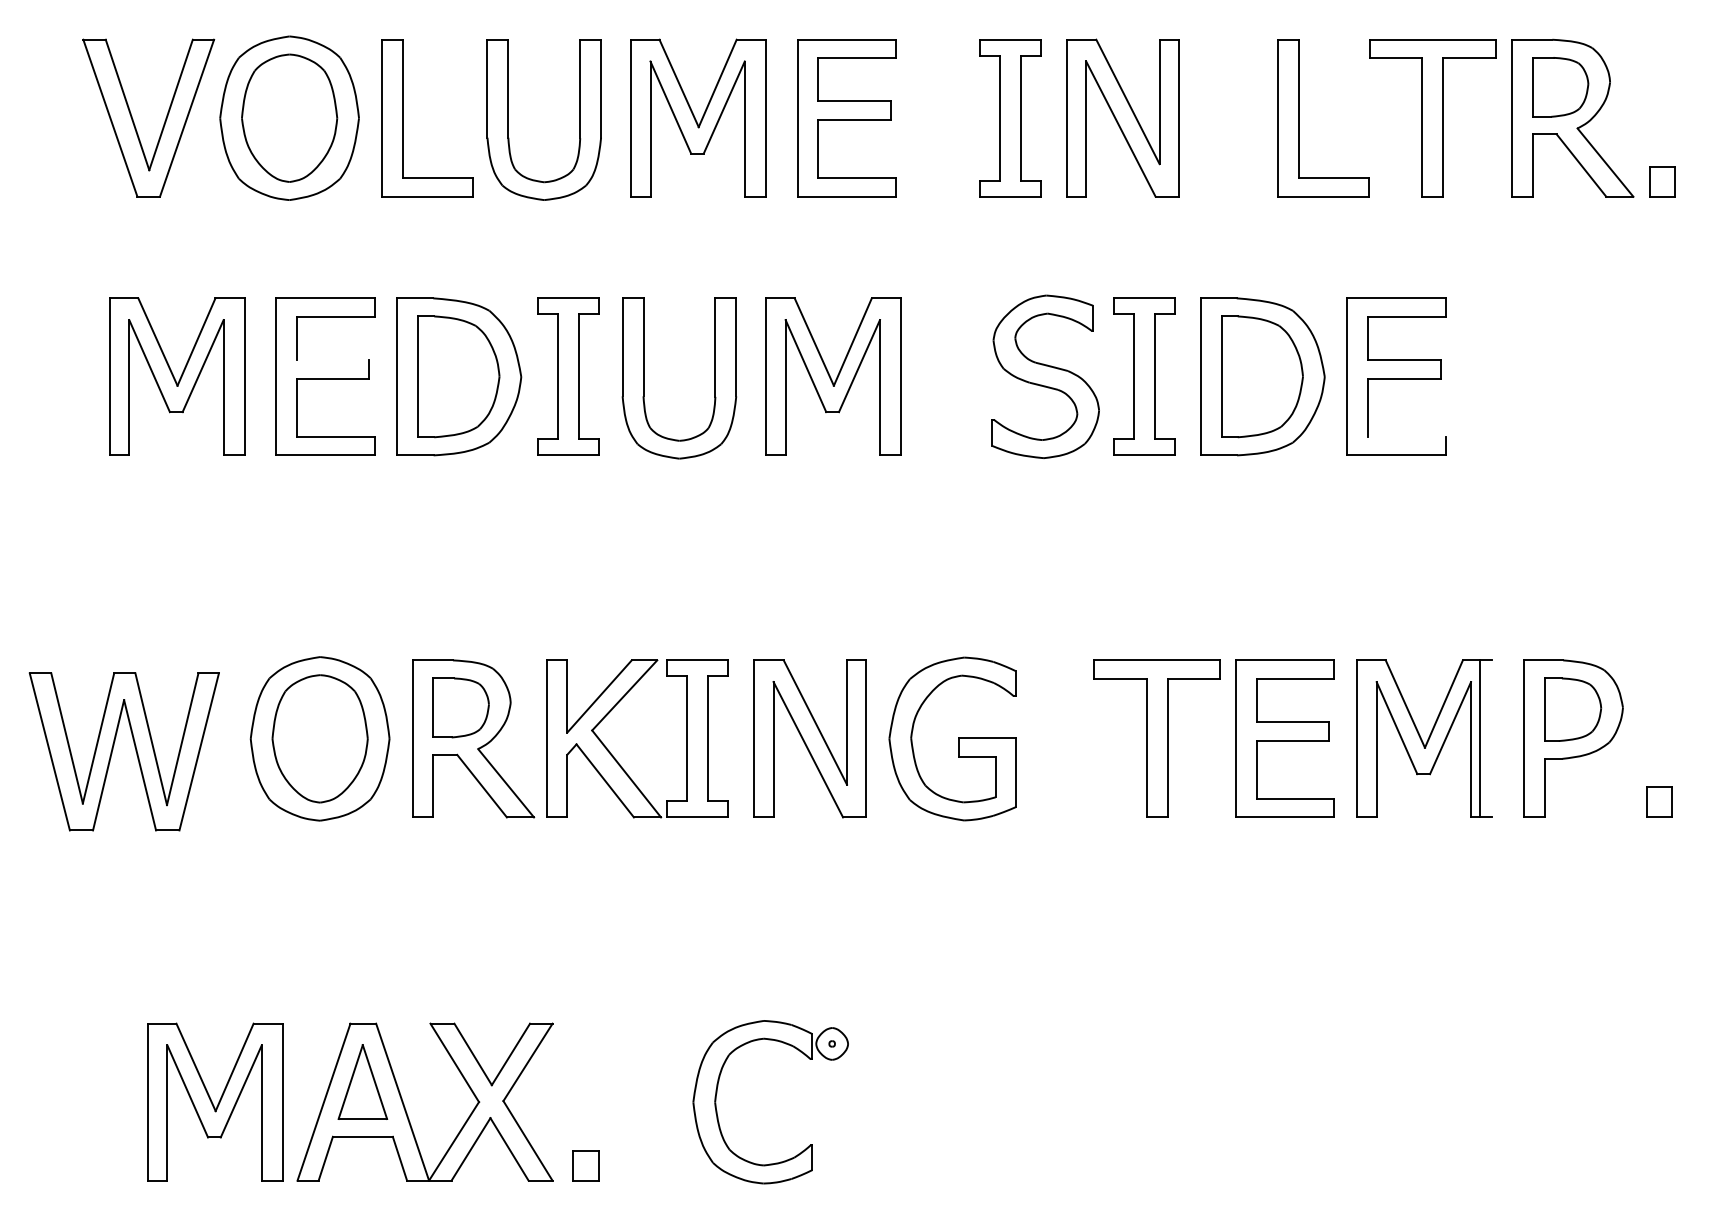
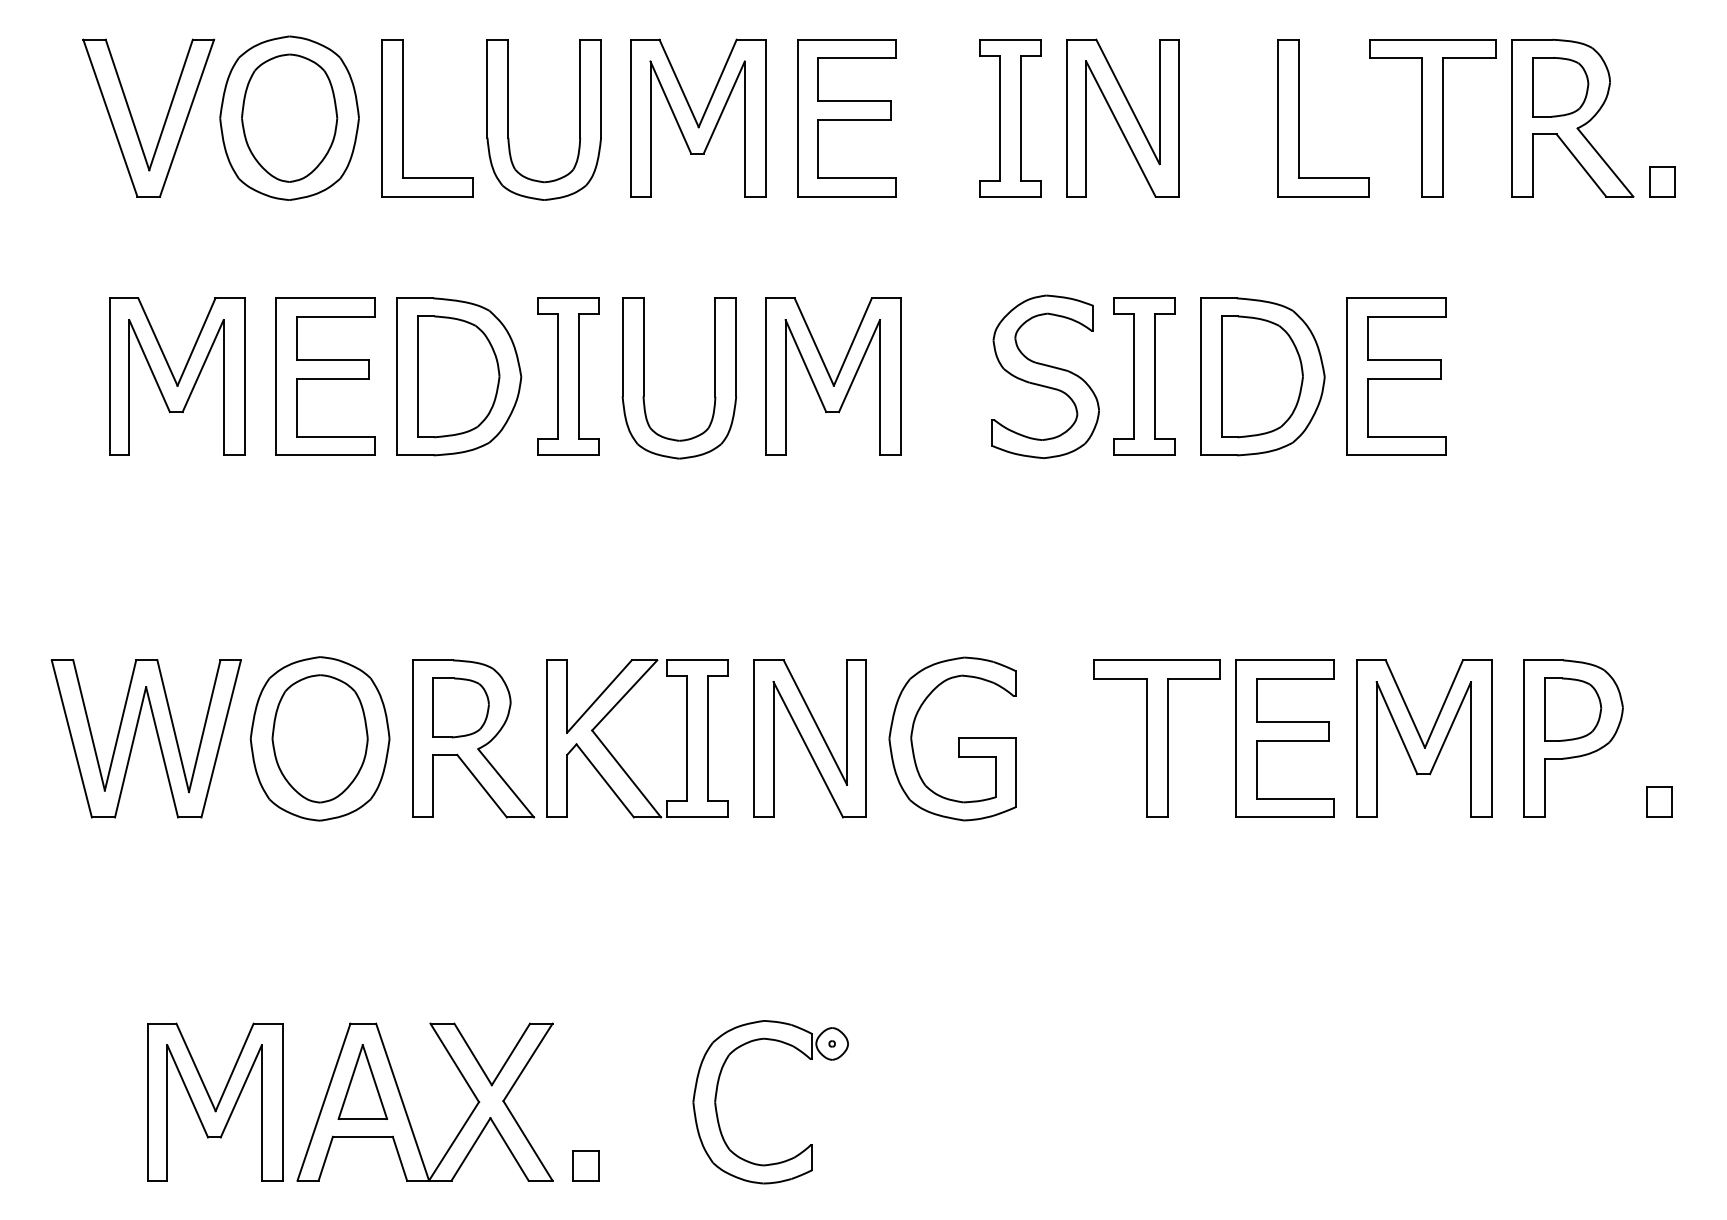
line at (333, 359): none -> present
line at (1406, 436): none -> present
line at (1479, 738) position: (1479, 738) -> (1491, 738)
part at (113, 749) position: (113, 749) -> (135, 736)
